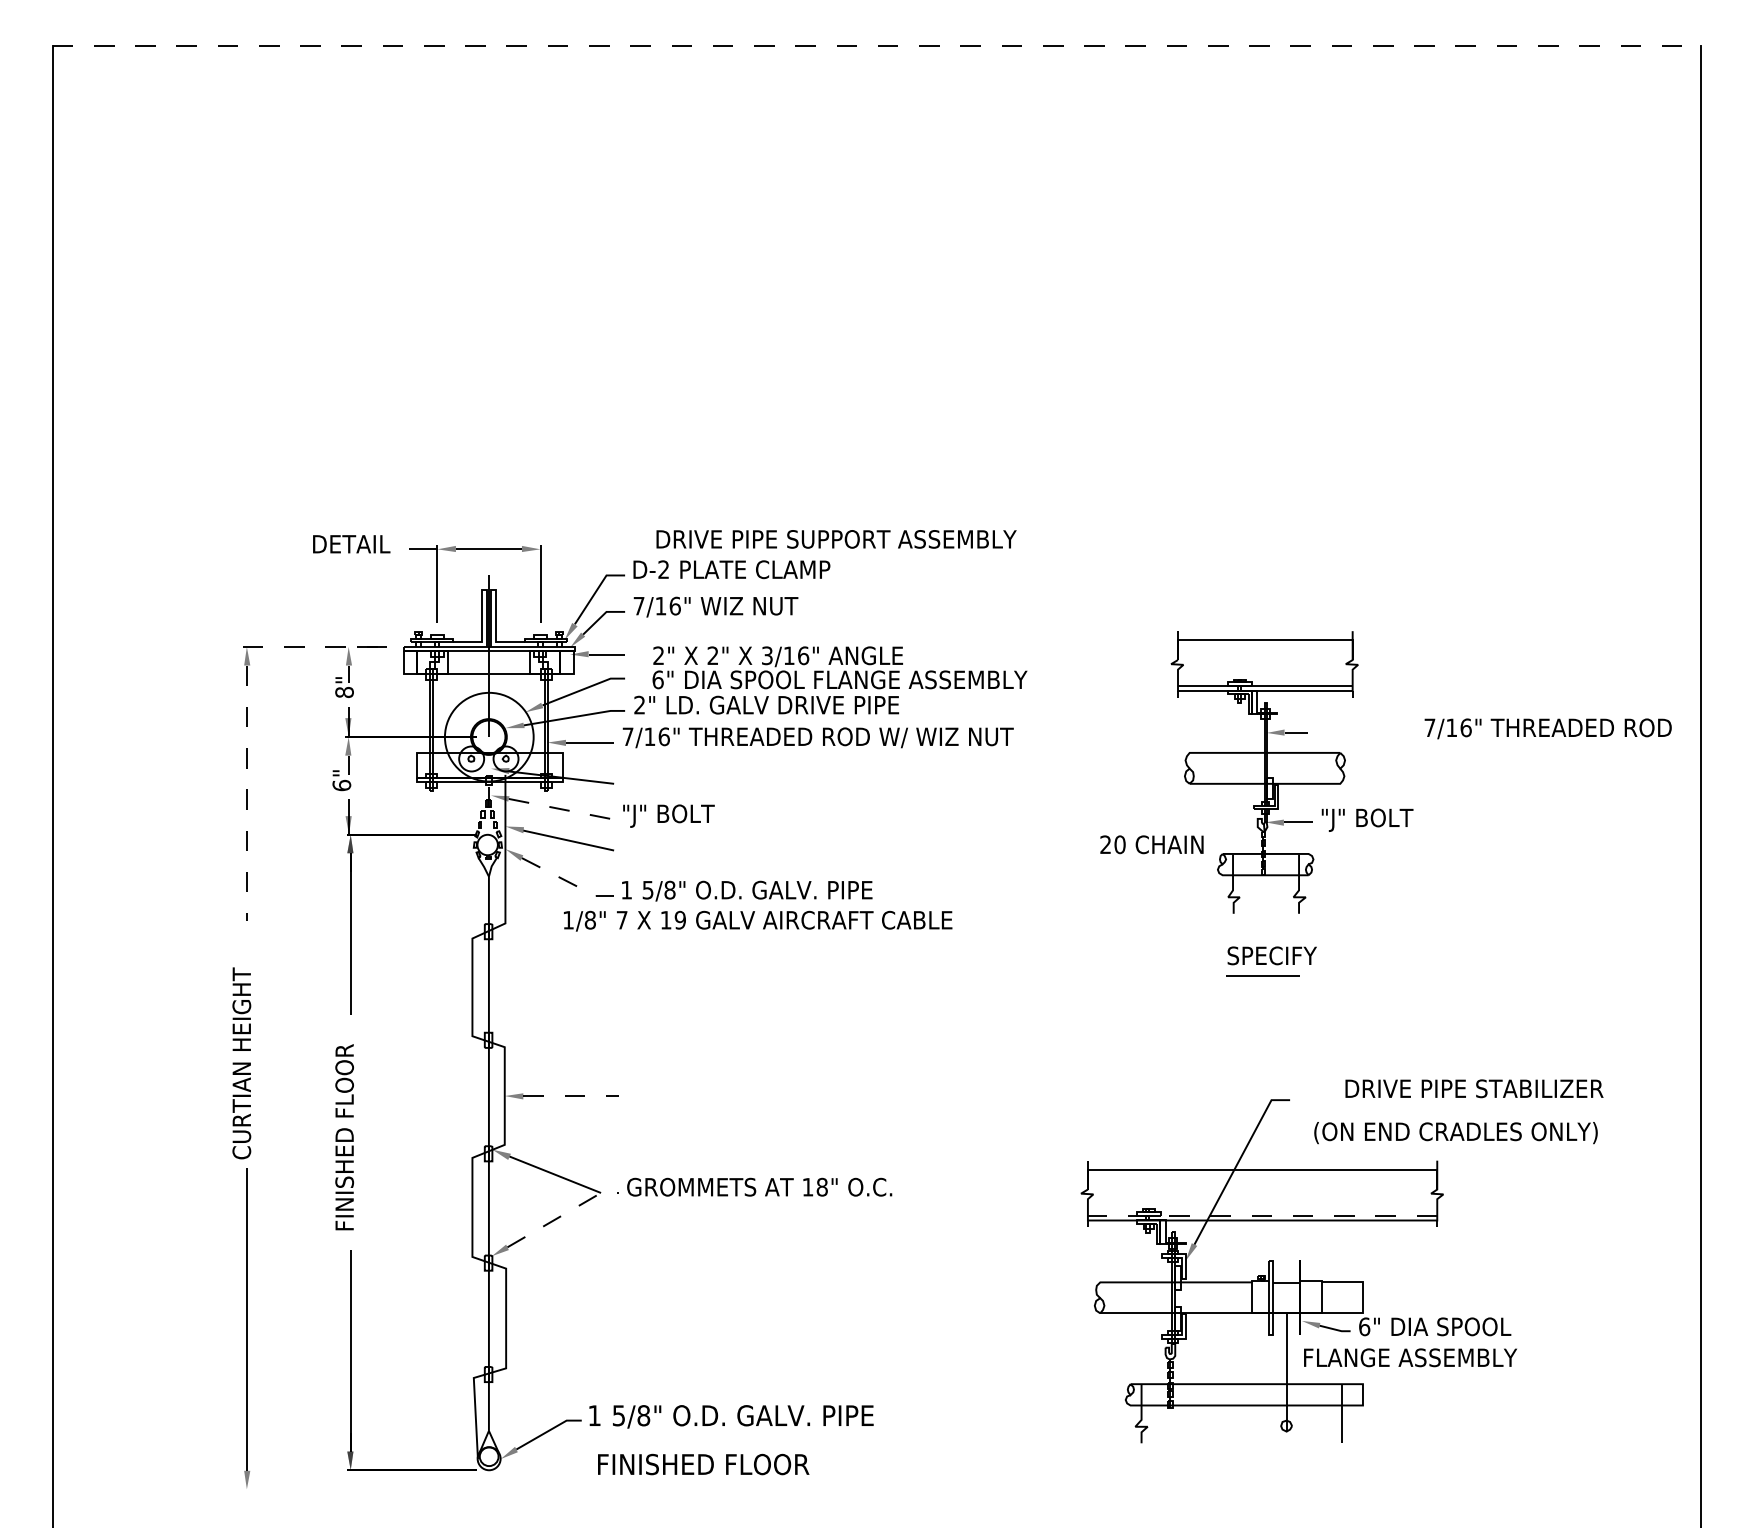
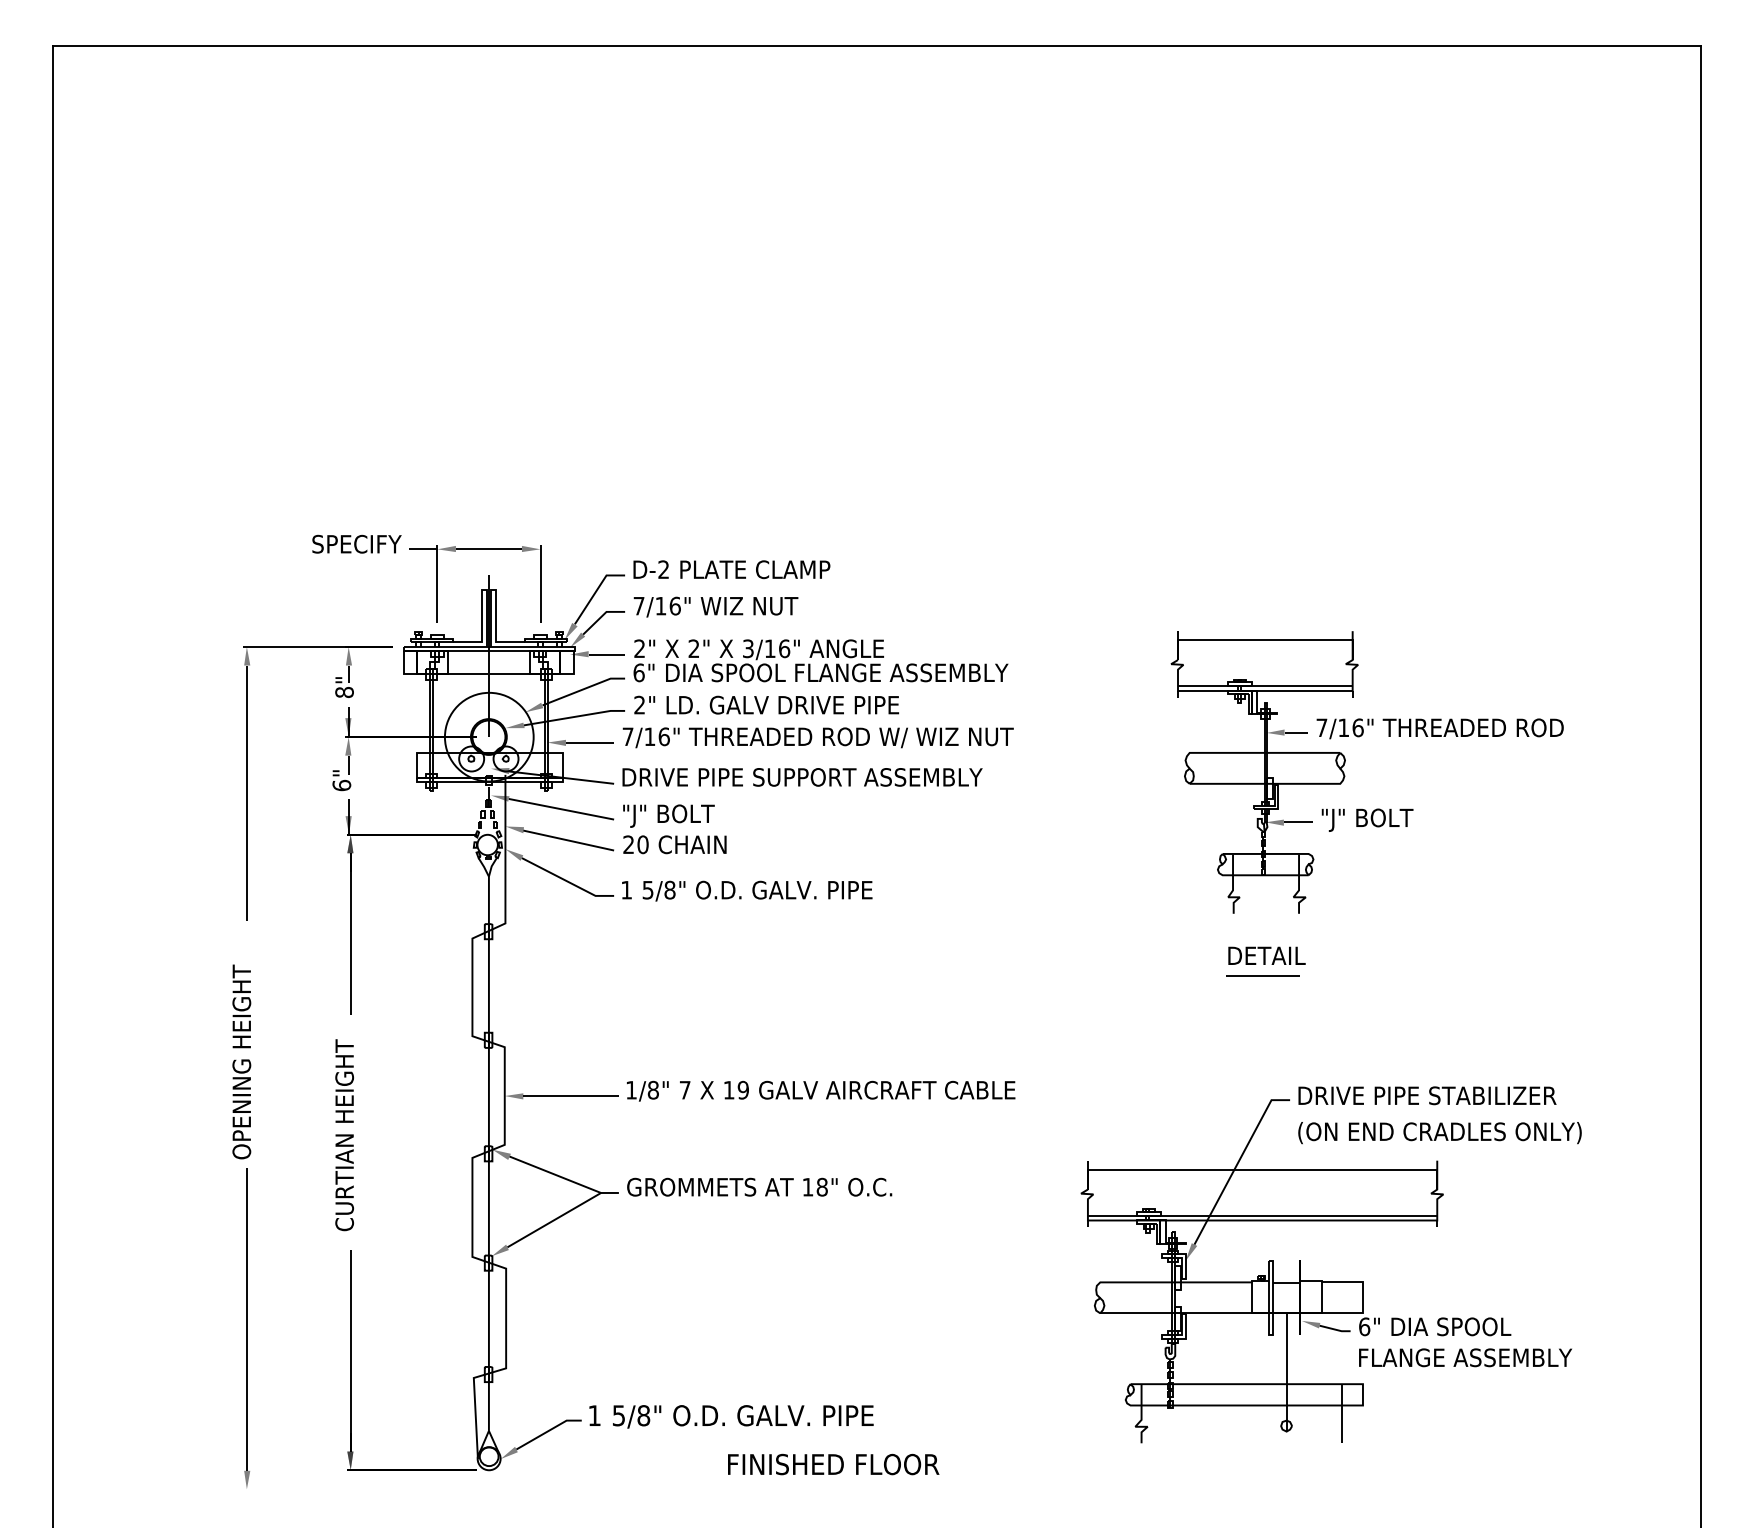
line at (877, 45): dashed -> solid
text at (836, 539) position: (836, 539) -> (802, 777)
text at (356, 543): DETAIL -> SPECIFY
line at (342, 646): dashed -> solid
text at (839, 667) position: (839, 667) -> (820, 660)
text at (1547, 728) position: (1547, 728) -> (1439, 728)
line at (246, 793): dashed -> solid
line at (561, 809): dashed -> solid
text at (1151, 844) position: (1151, 844) -> (674, 844)
line at (568, 881): dashed -> solid
text at (758, 920) position: (758, 920) -> (821, 1090)
text at (1271, 955): SPECIFY -> DETAIL
text at (241, 1058): CURTIAN HEIGHT -> OPENING HEIGHT
text at (1474, 1088) position: (1474, 1088) -> (1427, 1095)
line at (571, 1096): dashed -> solid
text at (1455, 1133) position: (1455, 1133) -> (1439, 1133)
text at (344, 1135): FINISHED FLOOR -> CURTIAN HEIGHT
line at (562, 1215): dashed -> solid
line at (1262, 1215): dashed -> solid
text at (1410, 1357) position: (1410, 1357) -> (1465, 1357)
text at (703, 1464) position: (703, 1464) -> (833, 1464)
